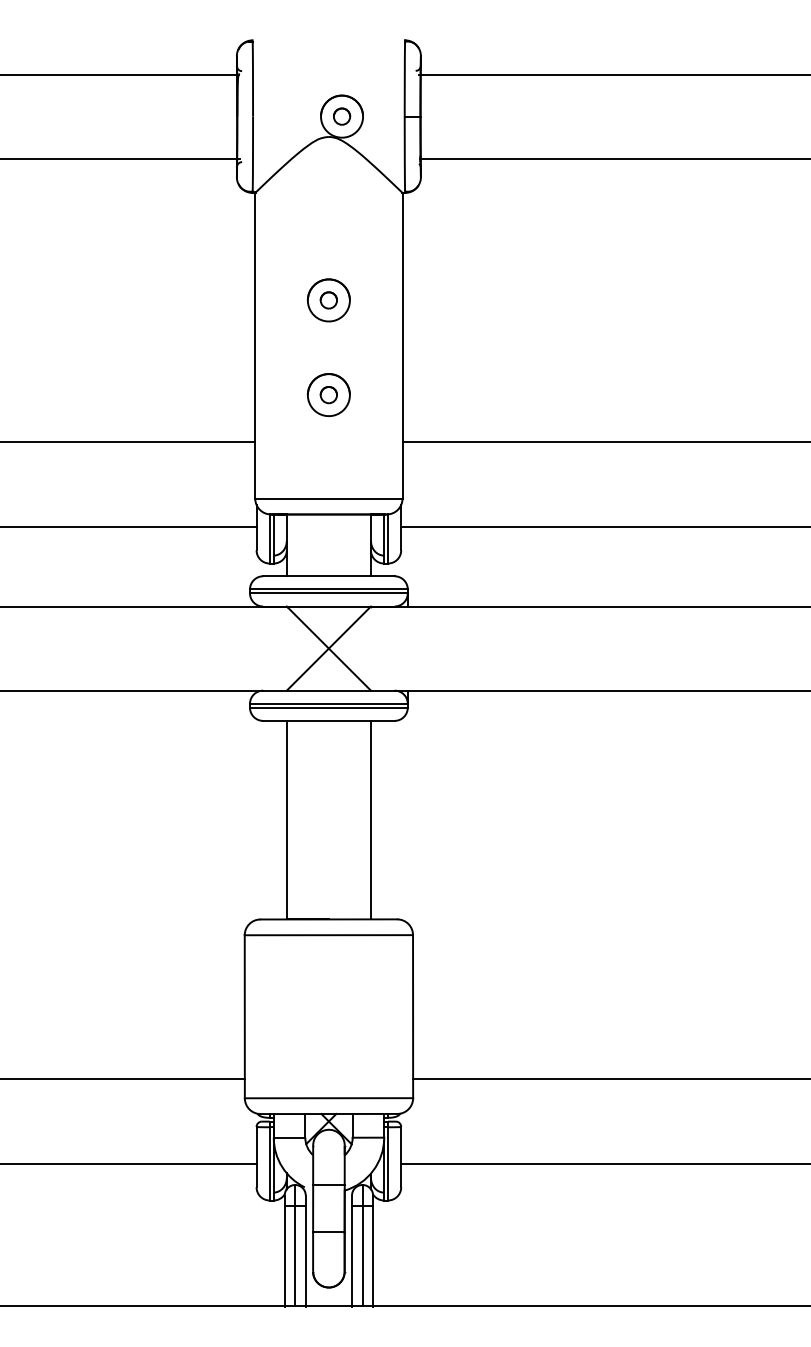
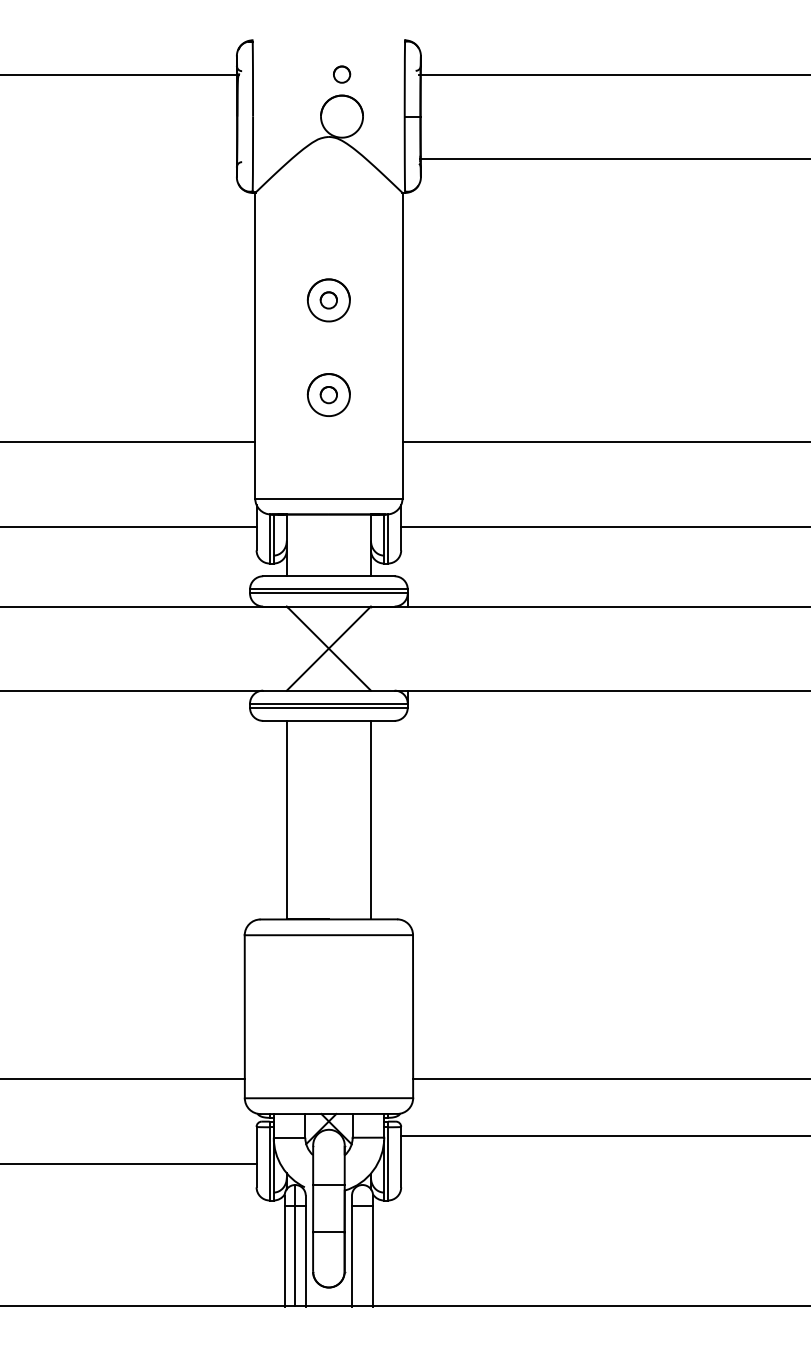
circle at (342, 116) position: (342, 116) -> (342, 74)
line at (120, 158): present -> none
line at (604, 1163) position: (604, 1163) -> (604, 1135)
line at (362, 1245): present -> none
